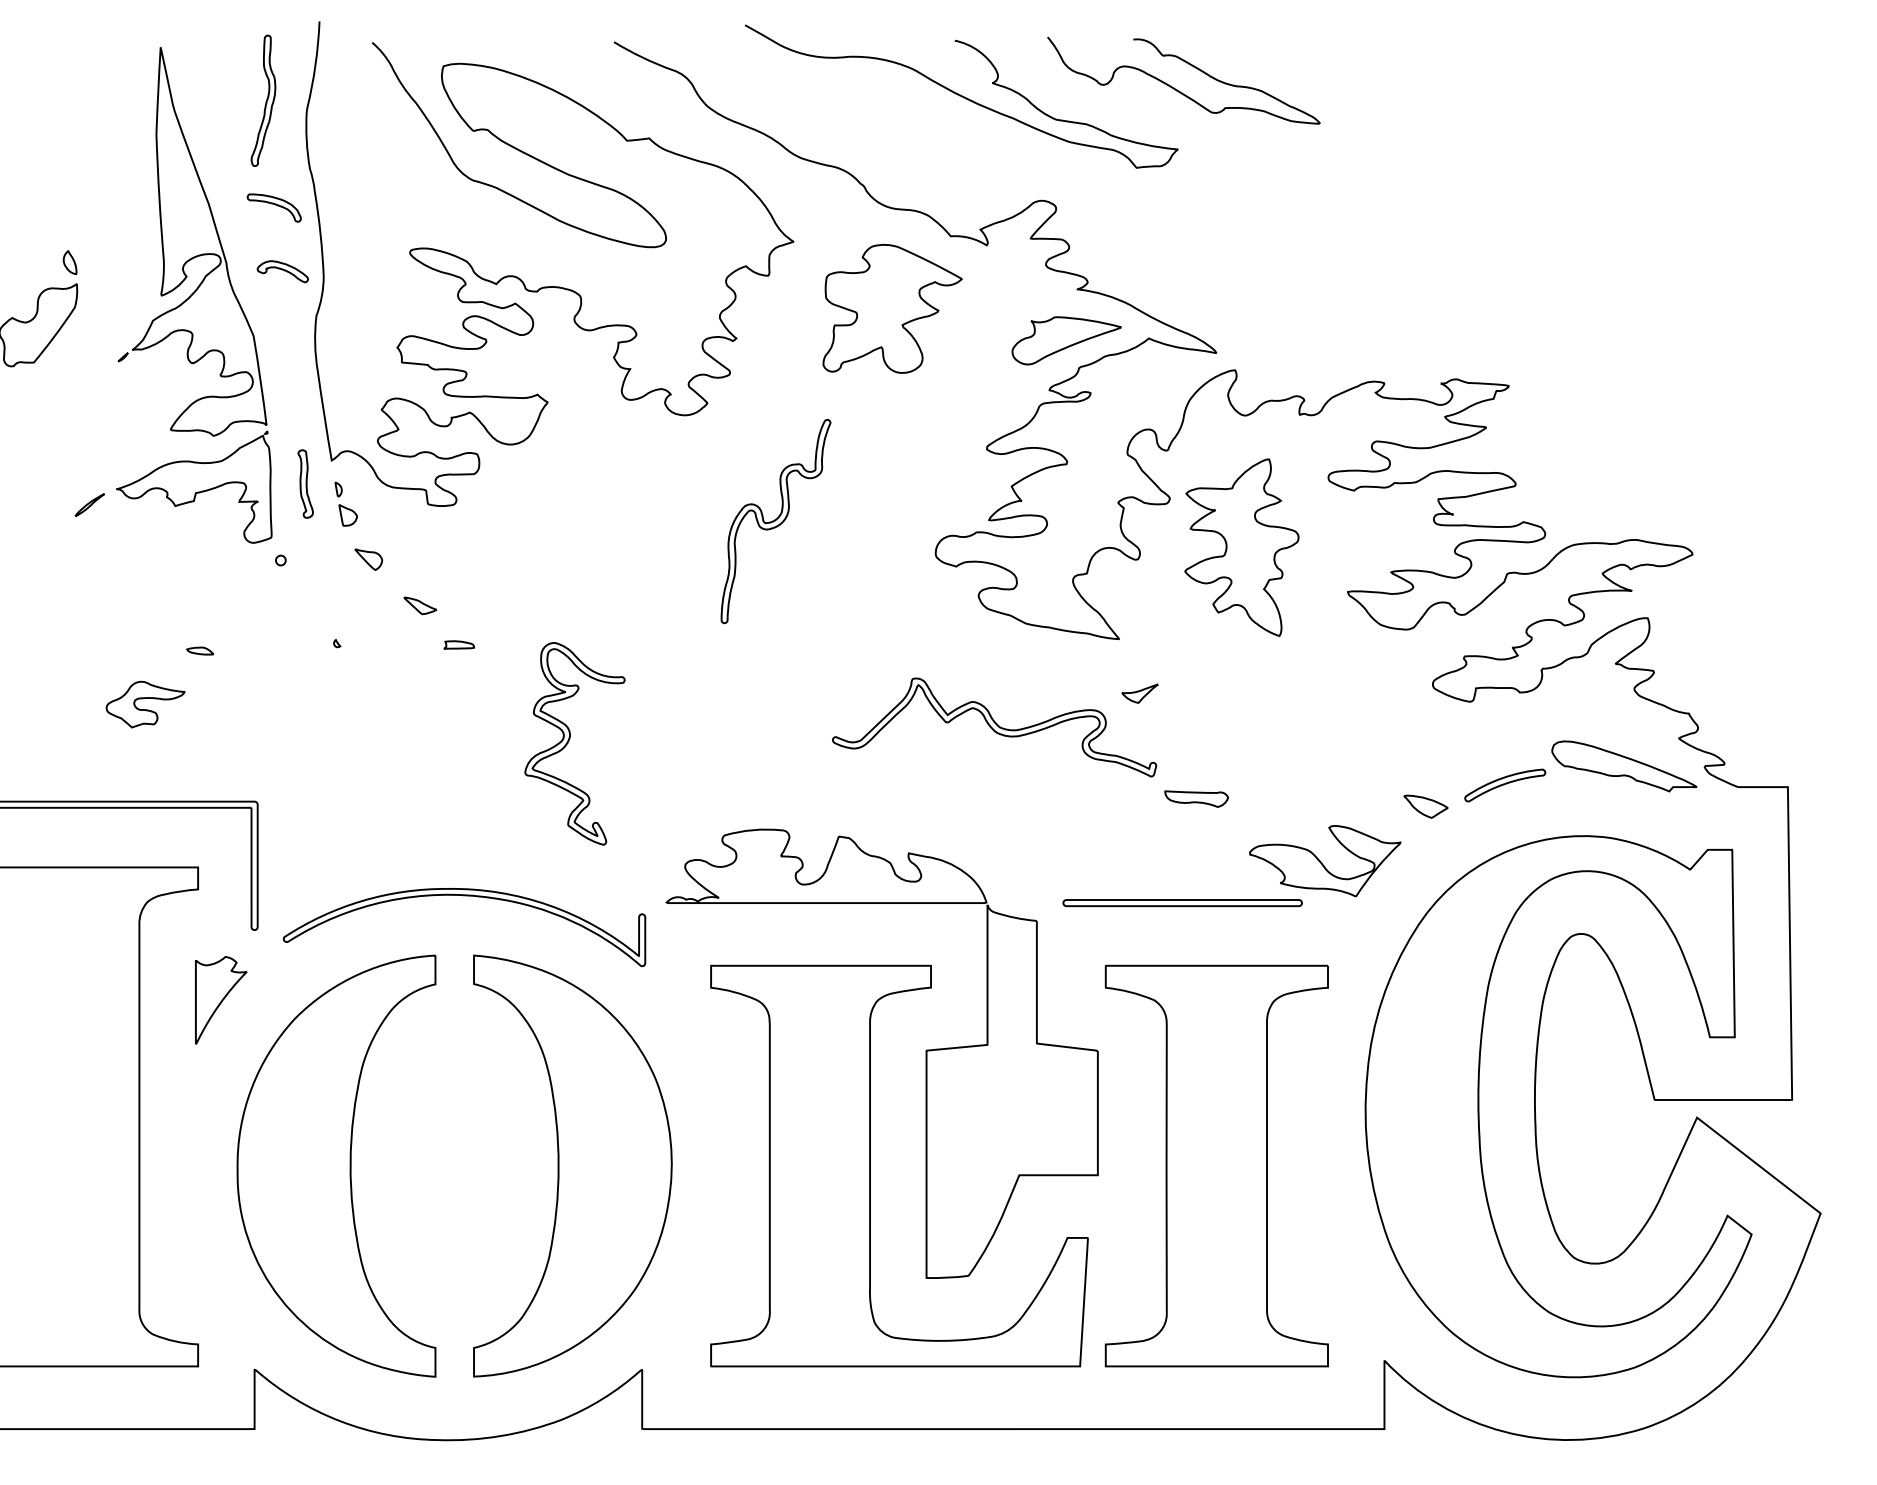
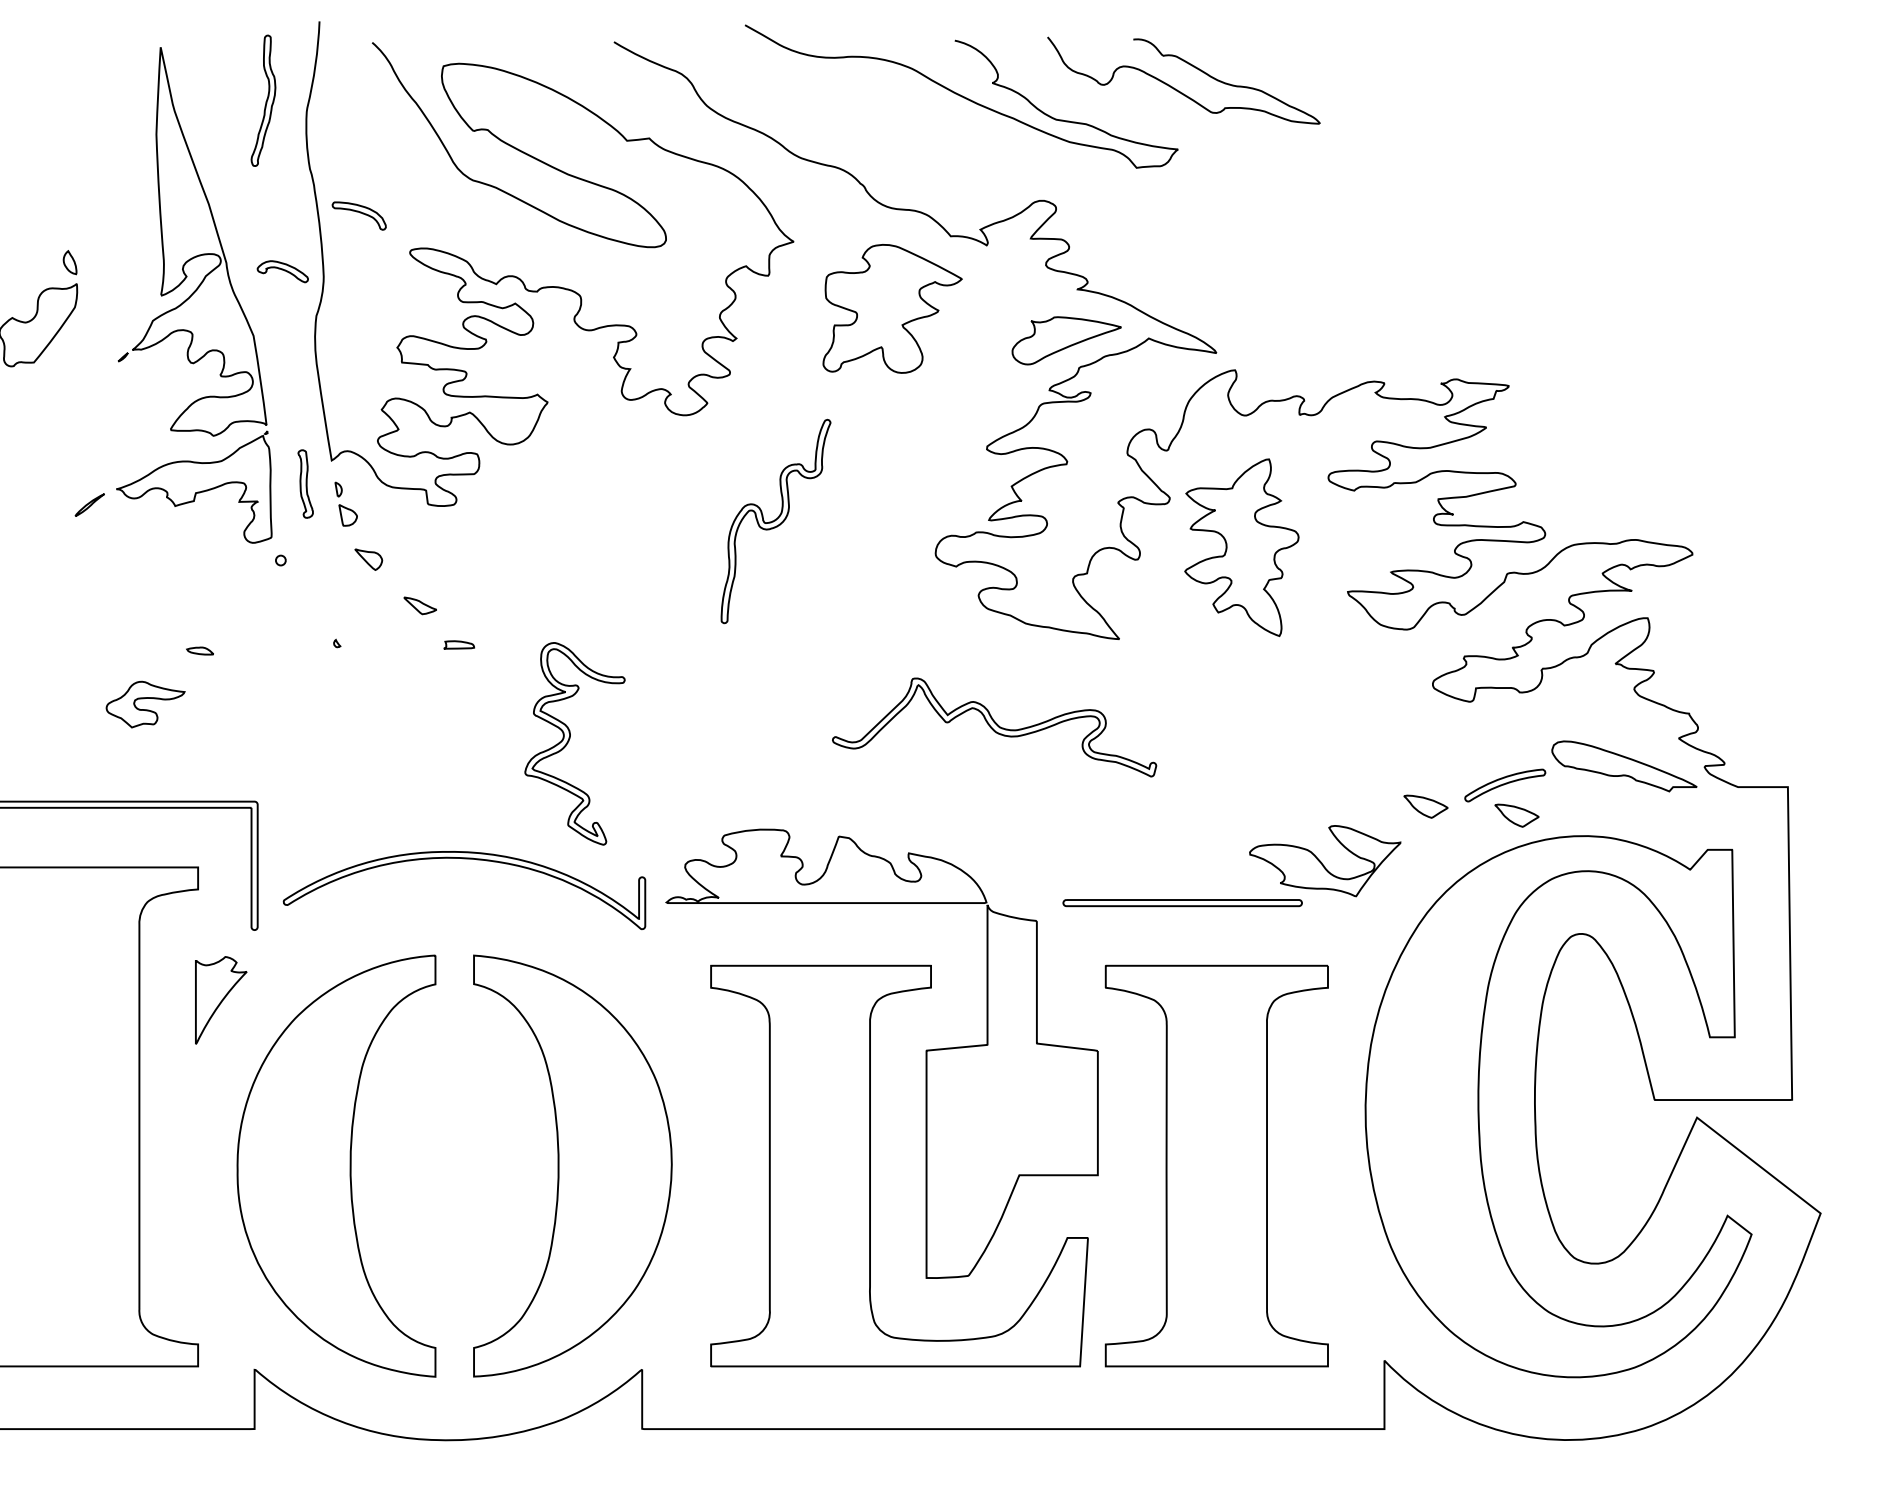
part at (273, 207) position: (273, 207) -> (358, 215)
part at (1139, 693): present -> none
part at (1196, 798): present -> none
part at (1516, 815): none -> present
part at (464, 896) position: (464, 896) -> (464, 859)
